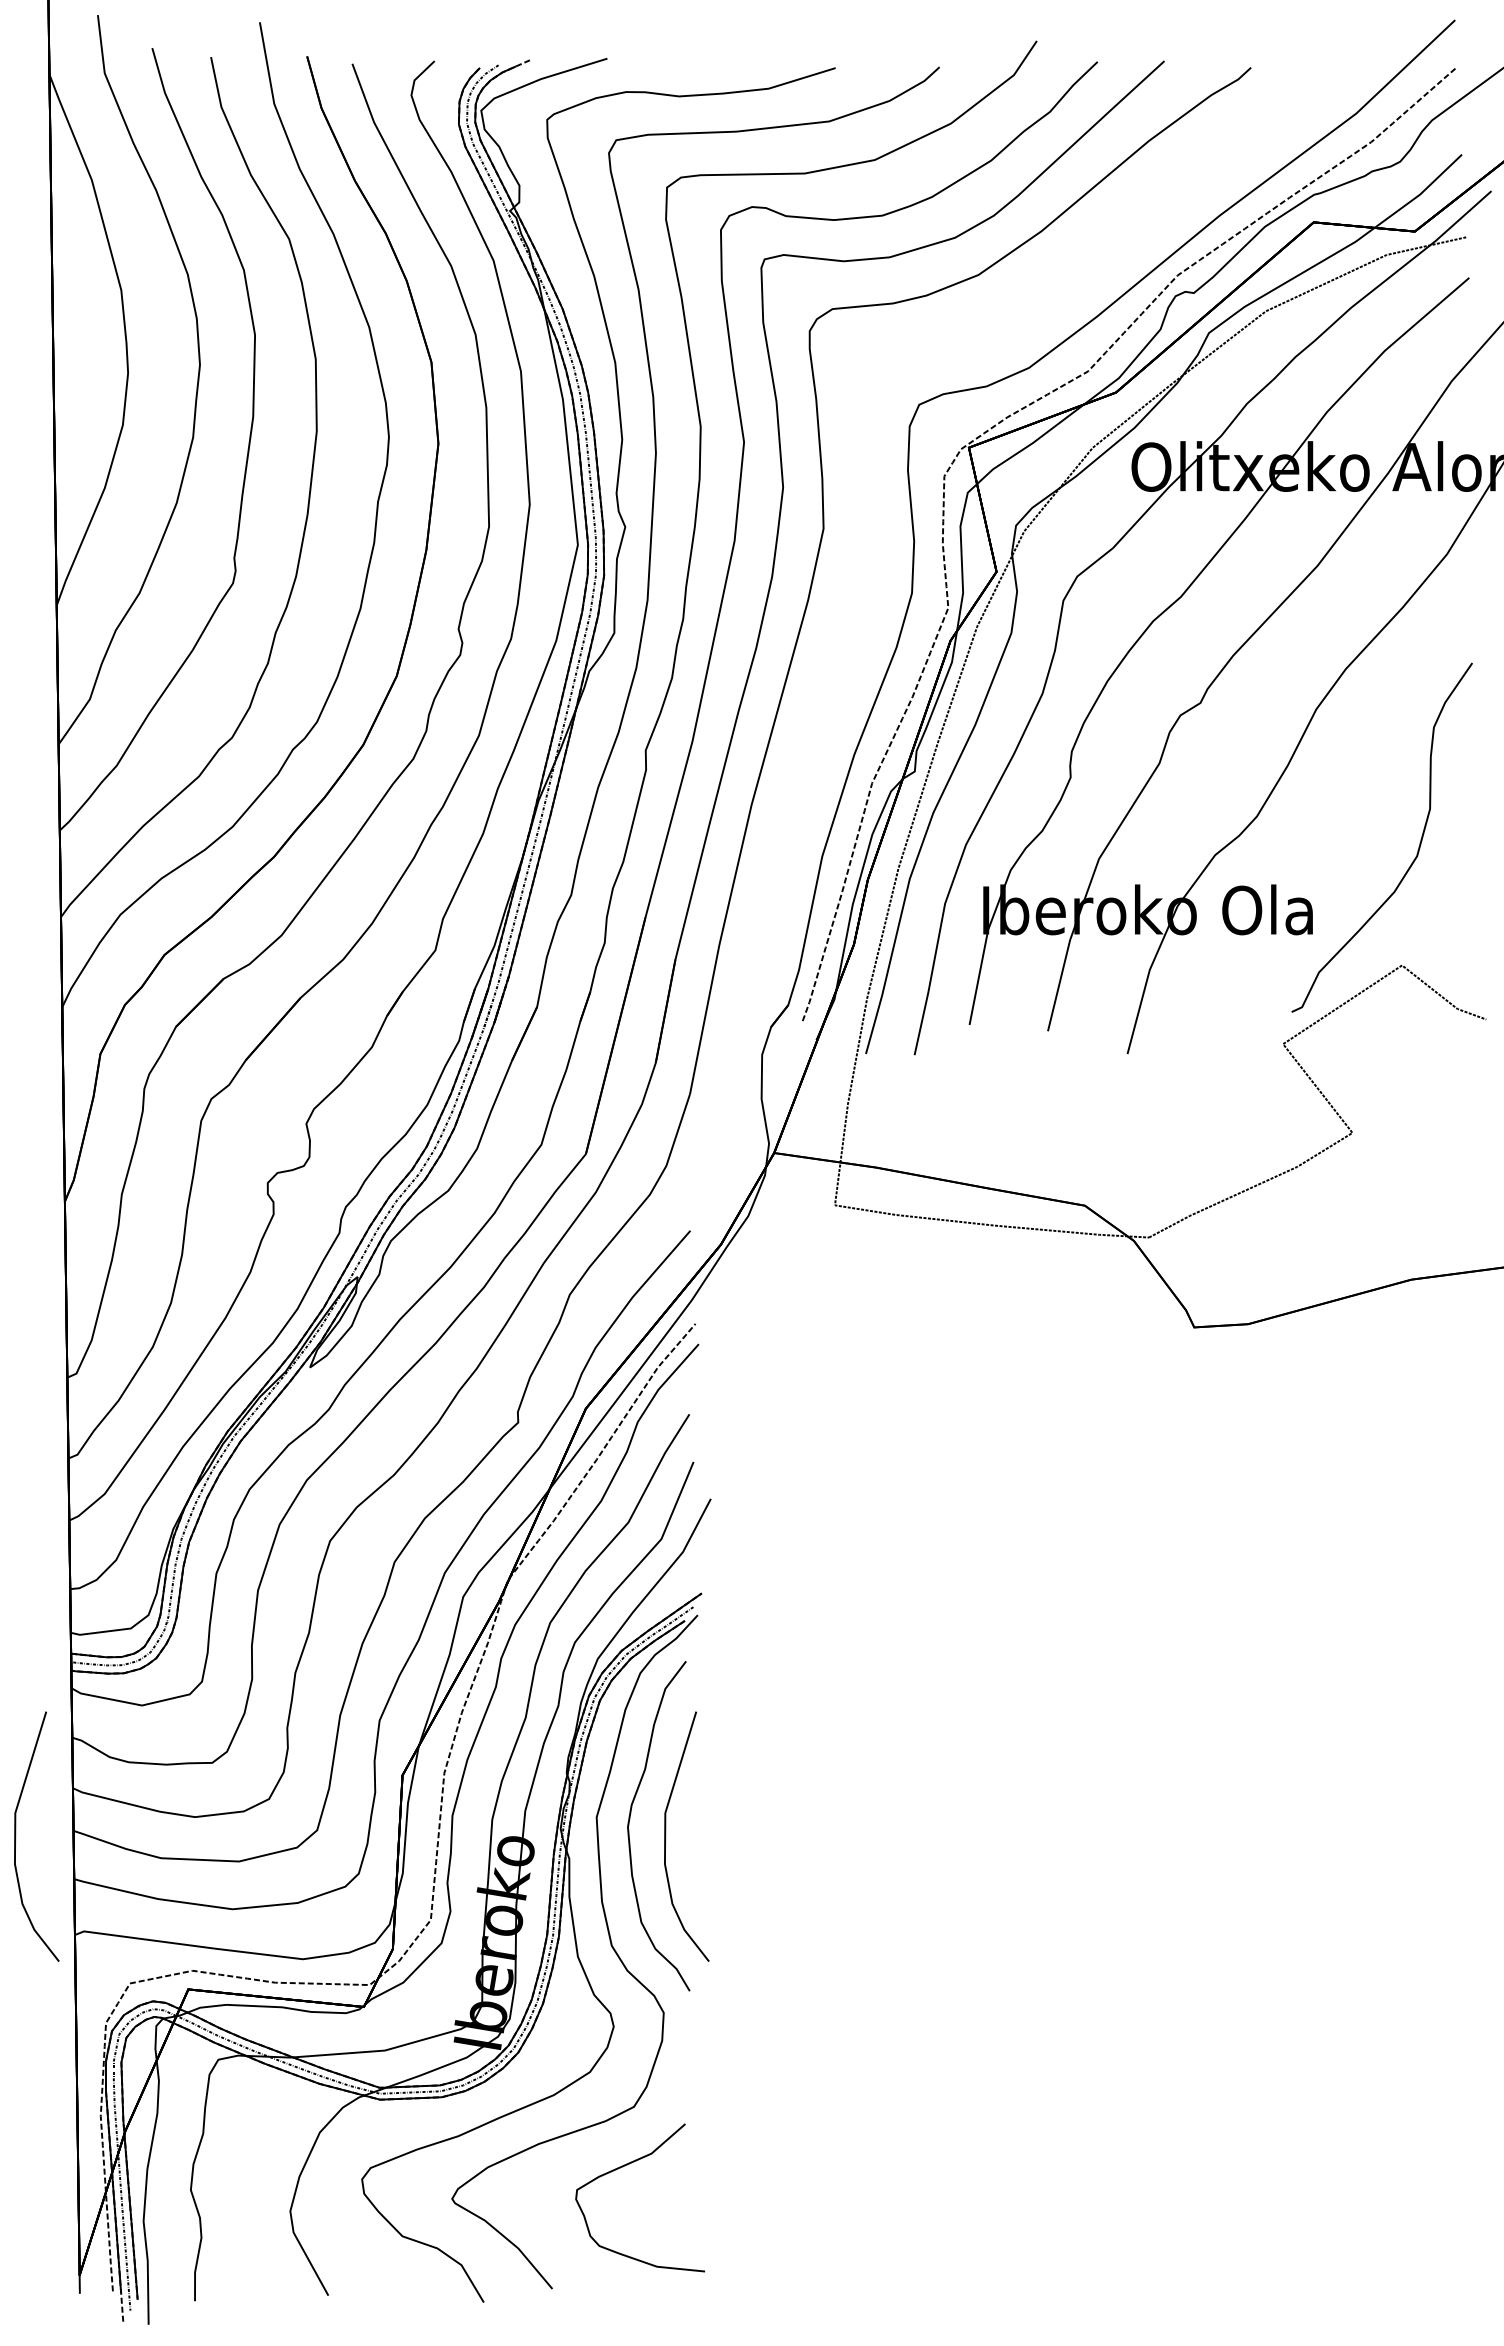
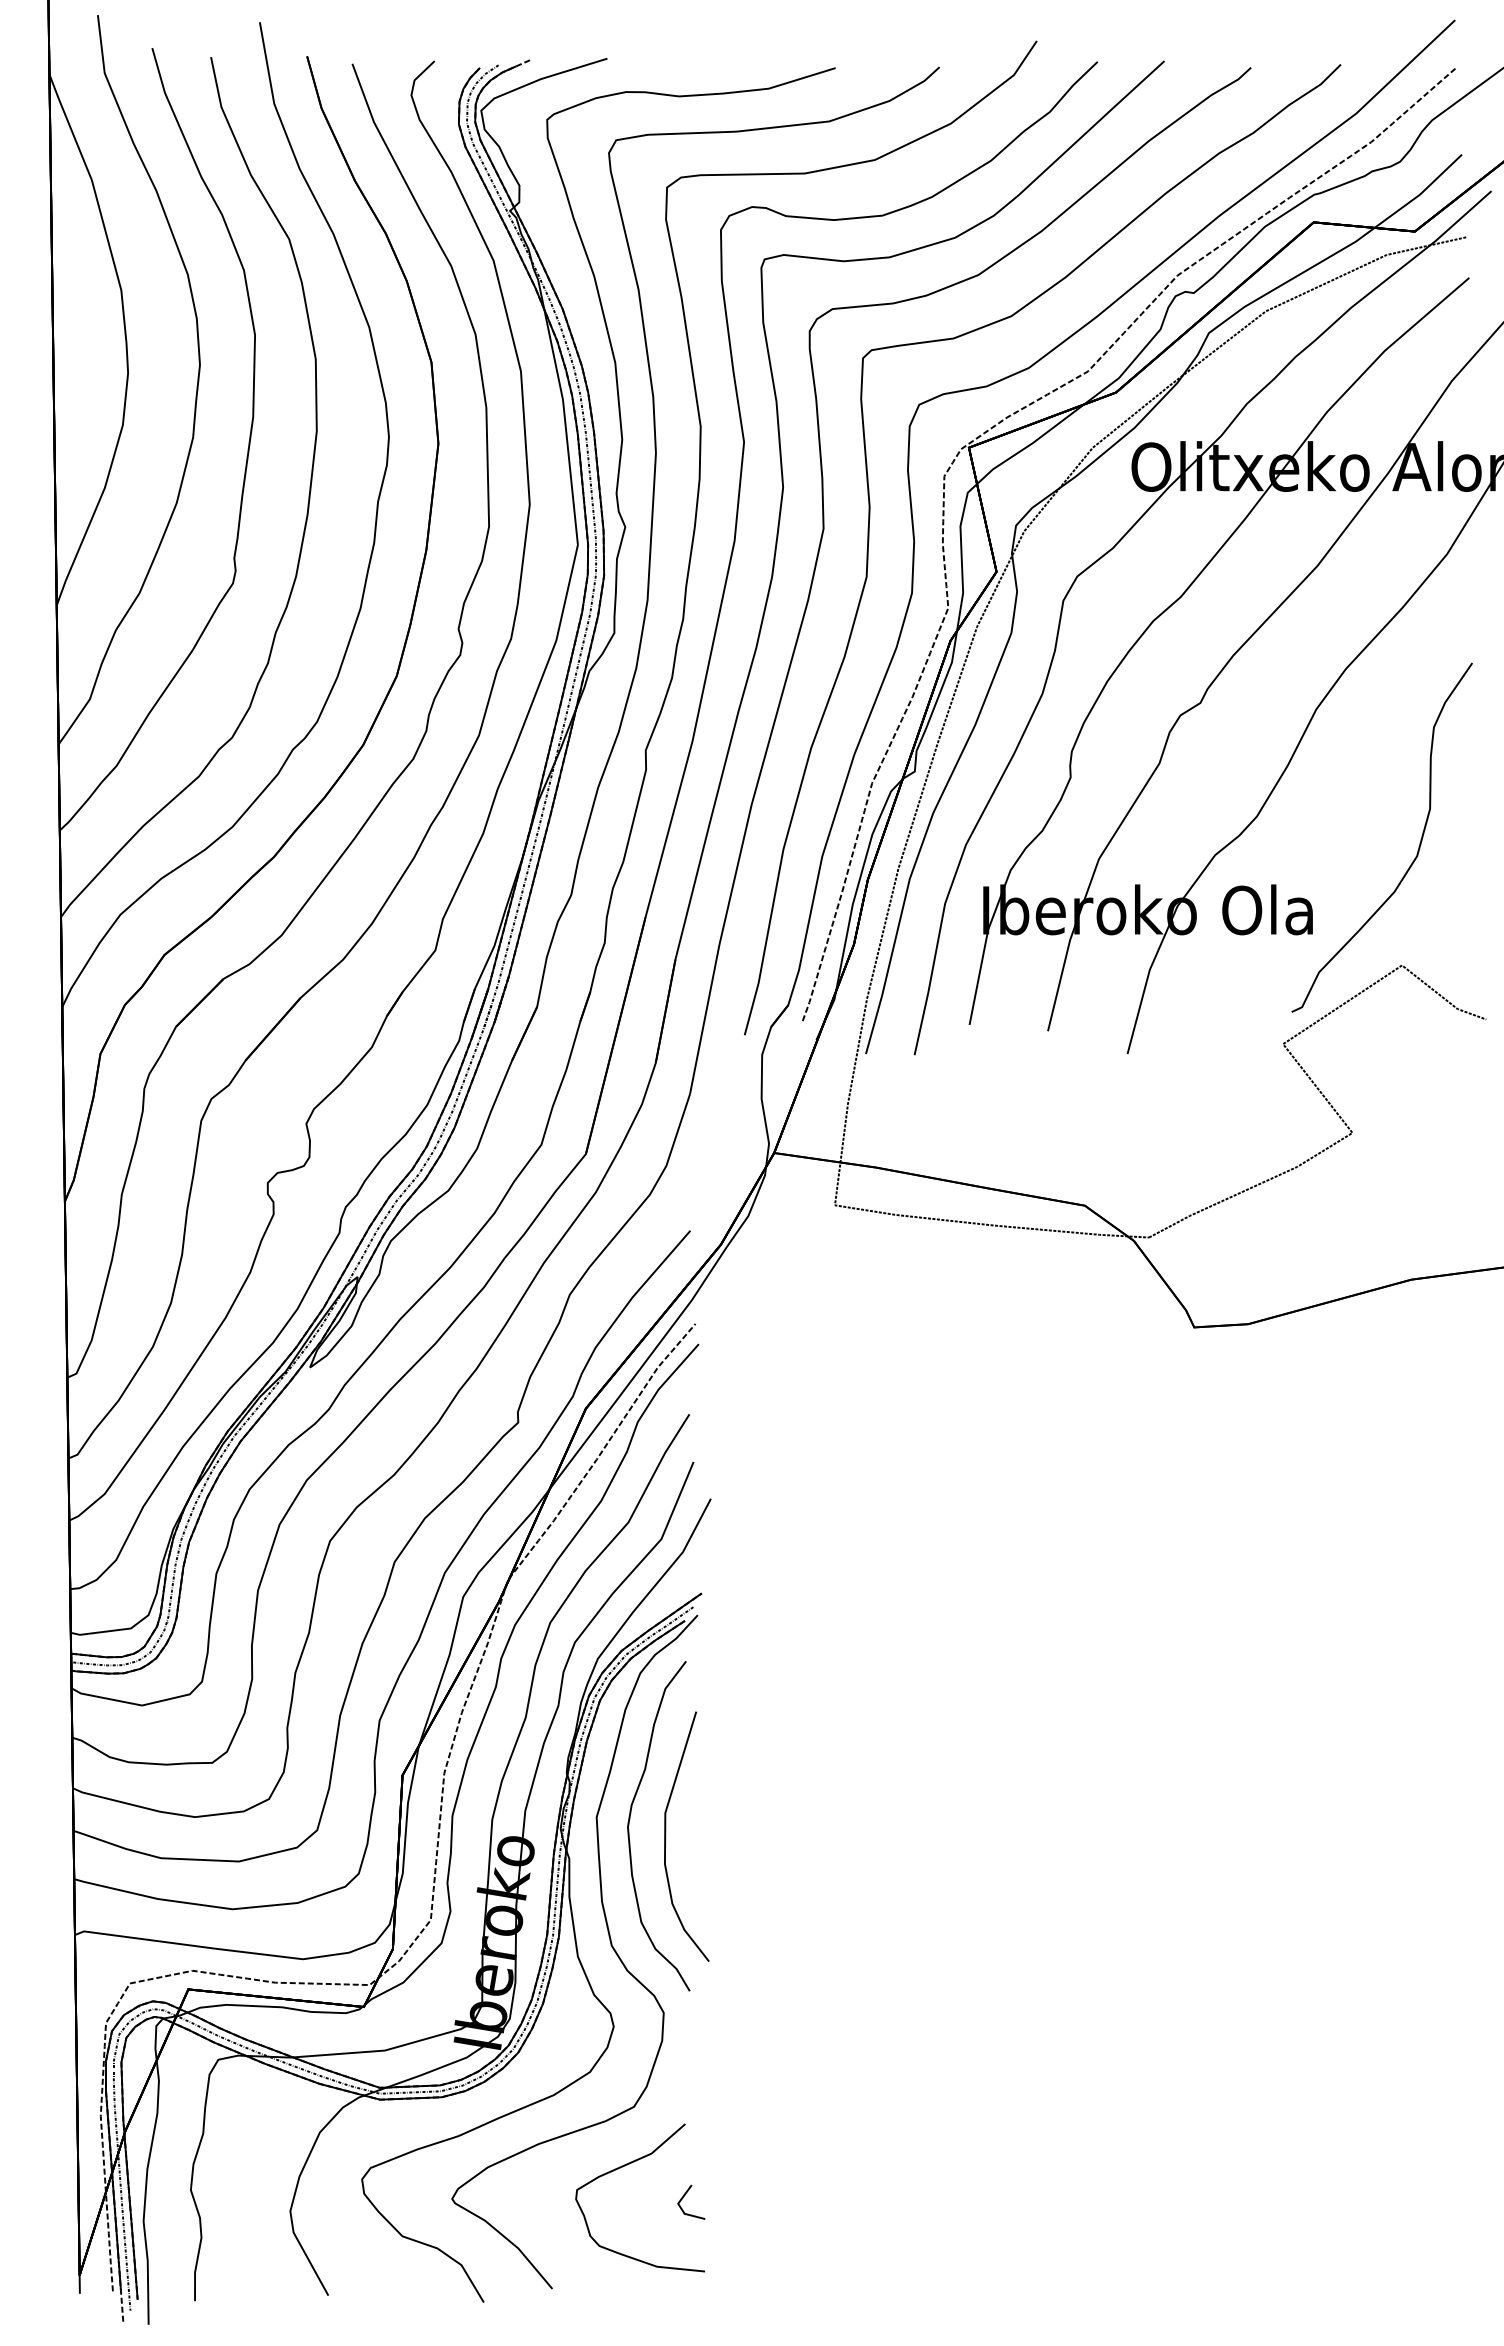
curve at (869, 542): none -> present
curve at (16, 1836): present -> none
line at (685, 2195): none -> present
